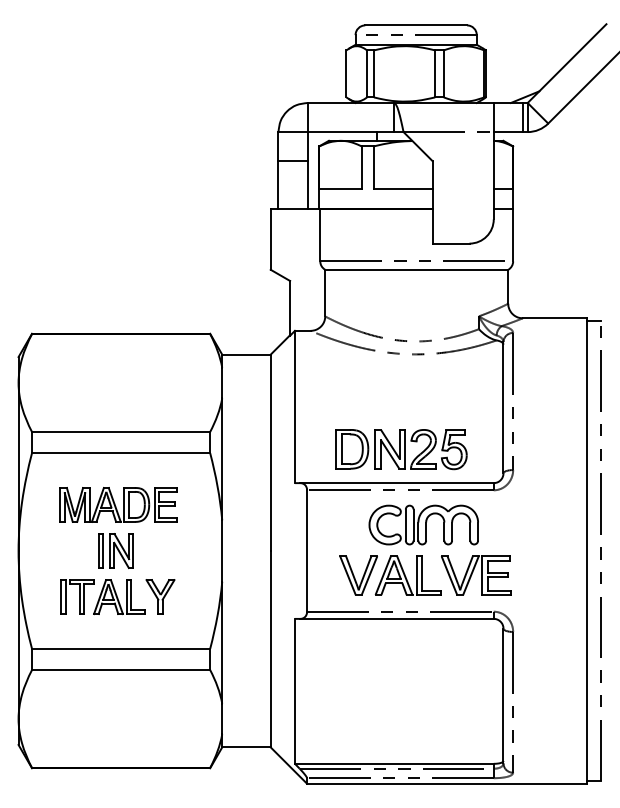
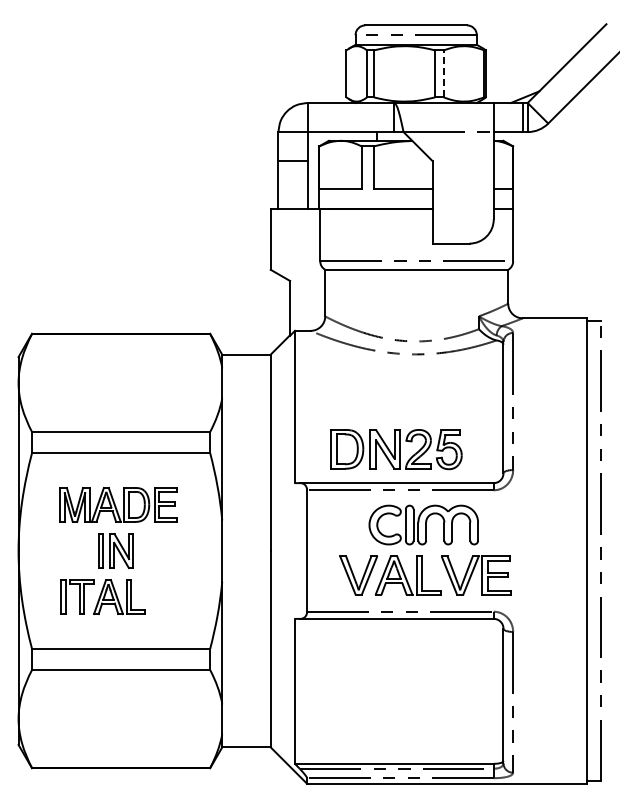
line at (443, 73): solid -> dashed
part at (401, 449) position: (401, 449) -> (396, 449)
part at (160, 596): present -> none
